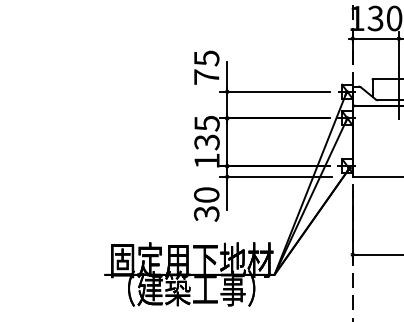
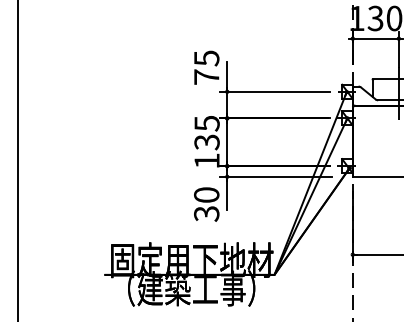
line at (17, 160): none -> present
